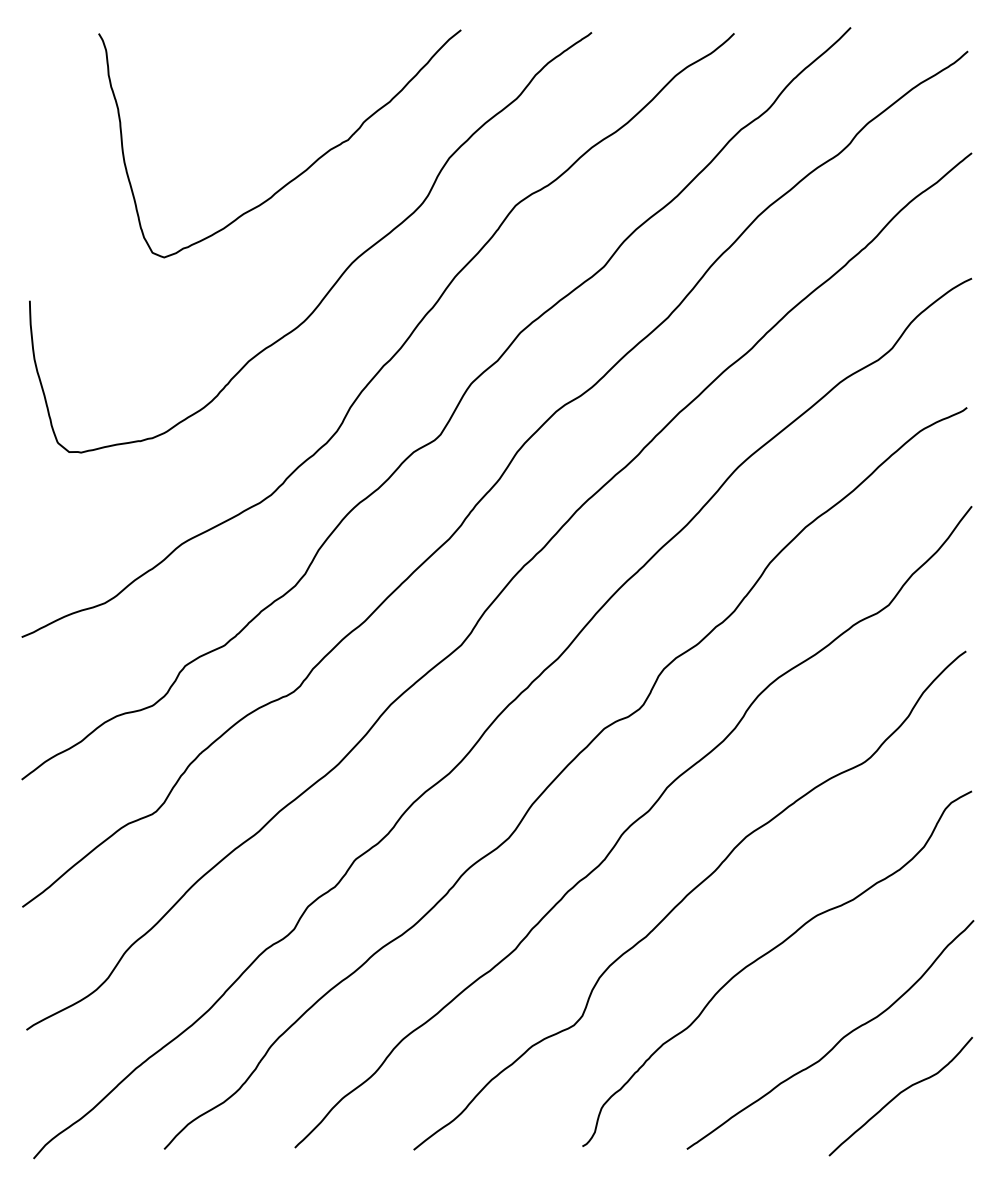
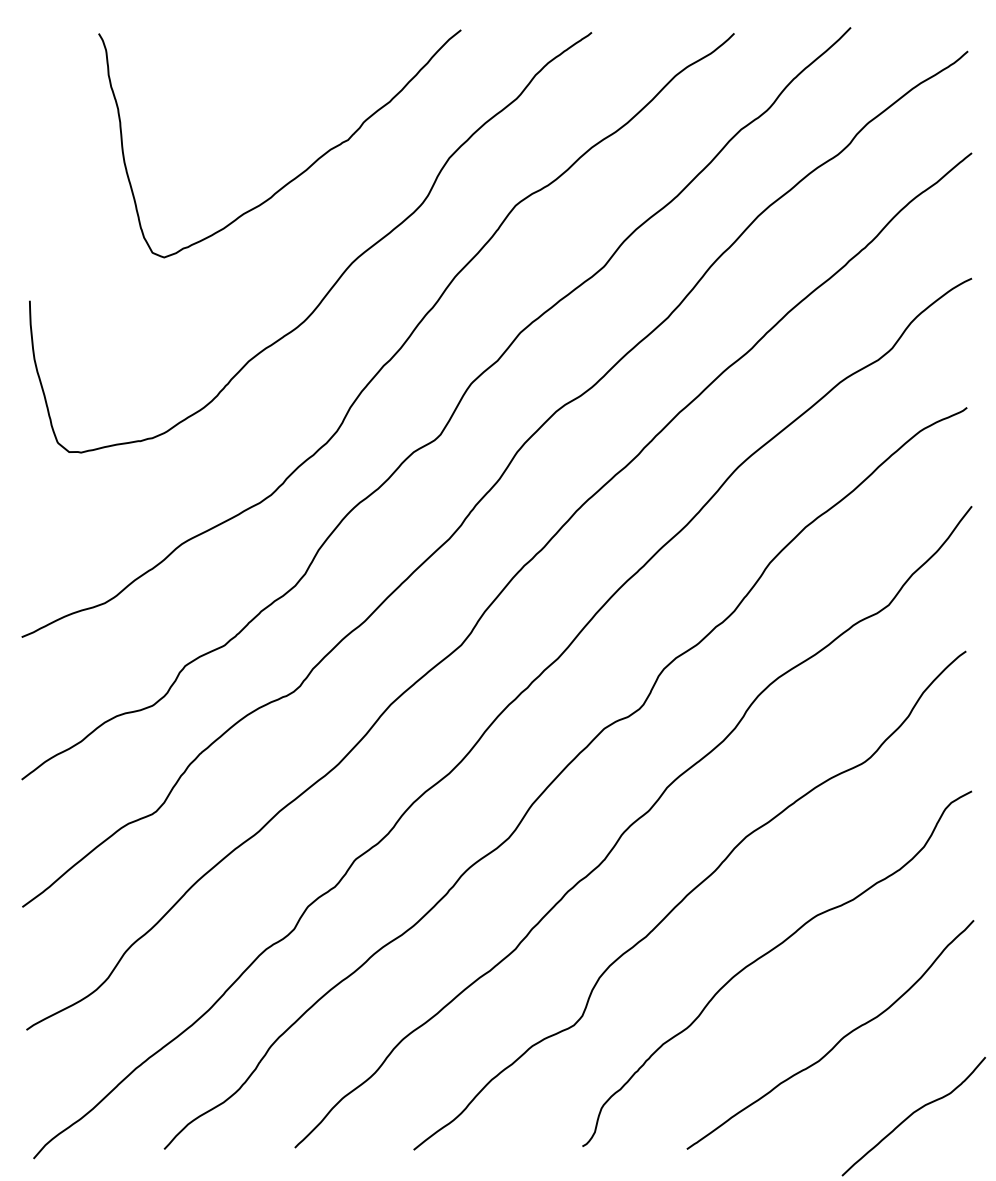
curve at (900, 1094) position: (900, 1094) -> (913, 1114)
